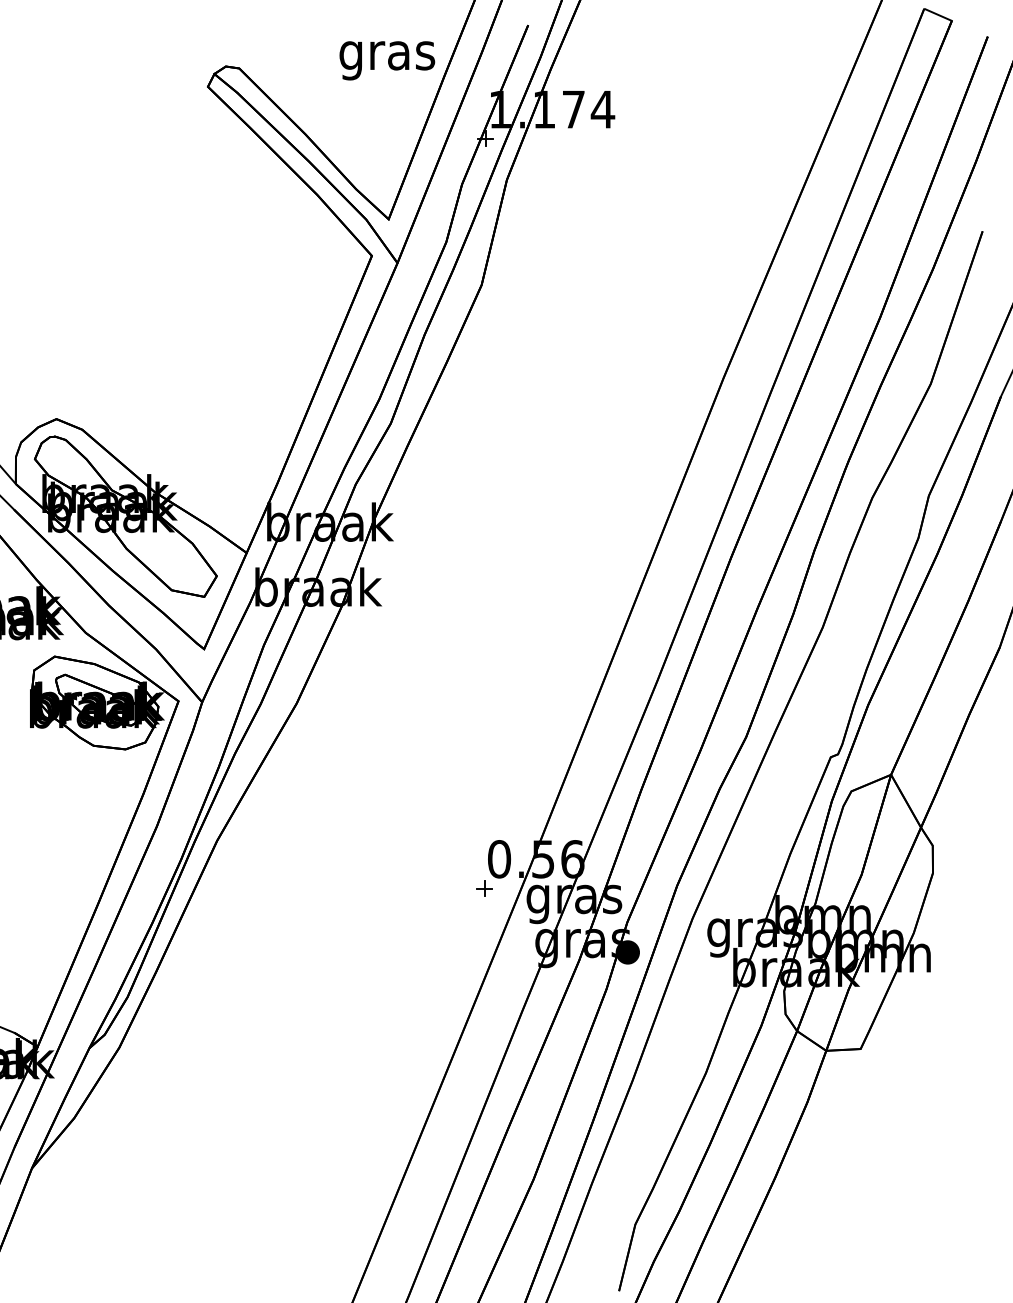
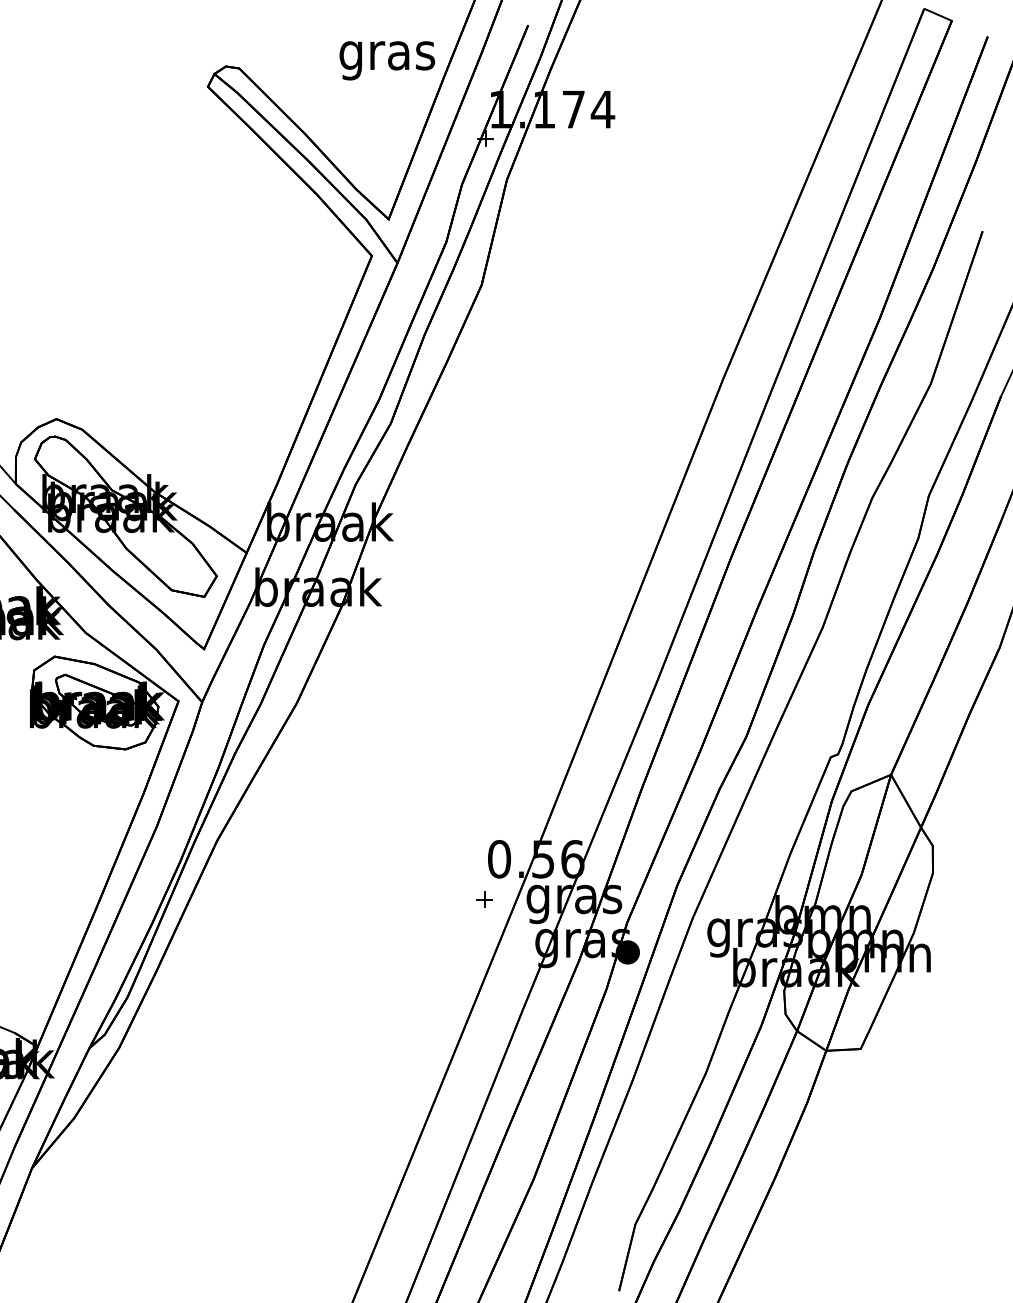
part at (484, 888) position: (484, 888) -> (484, 899)
